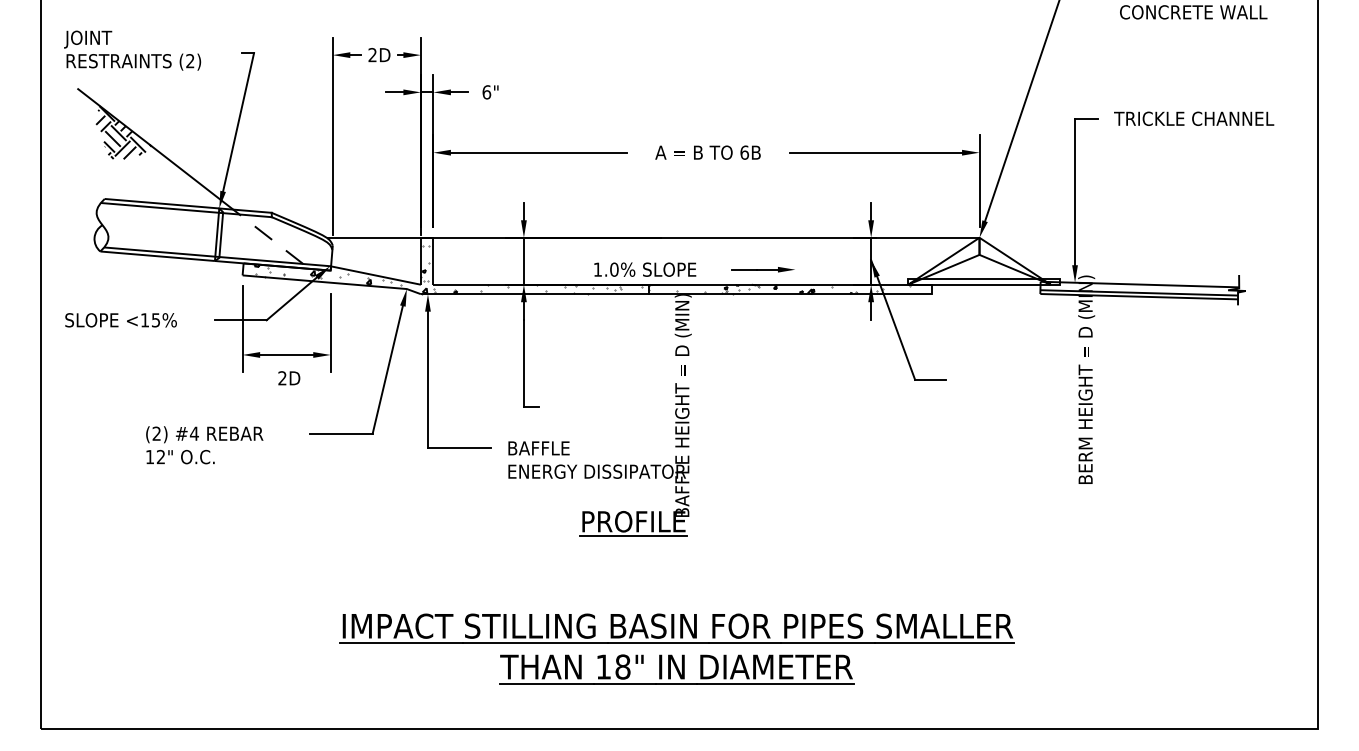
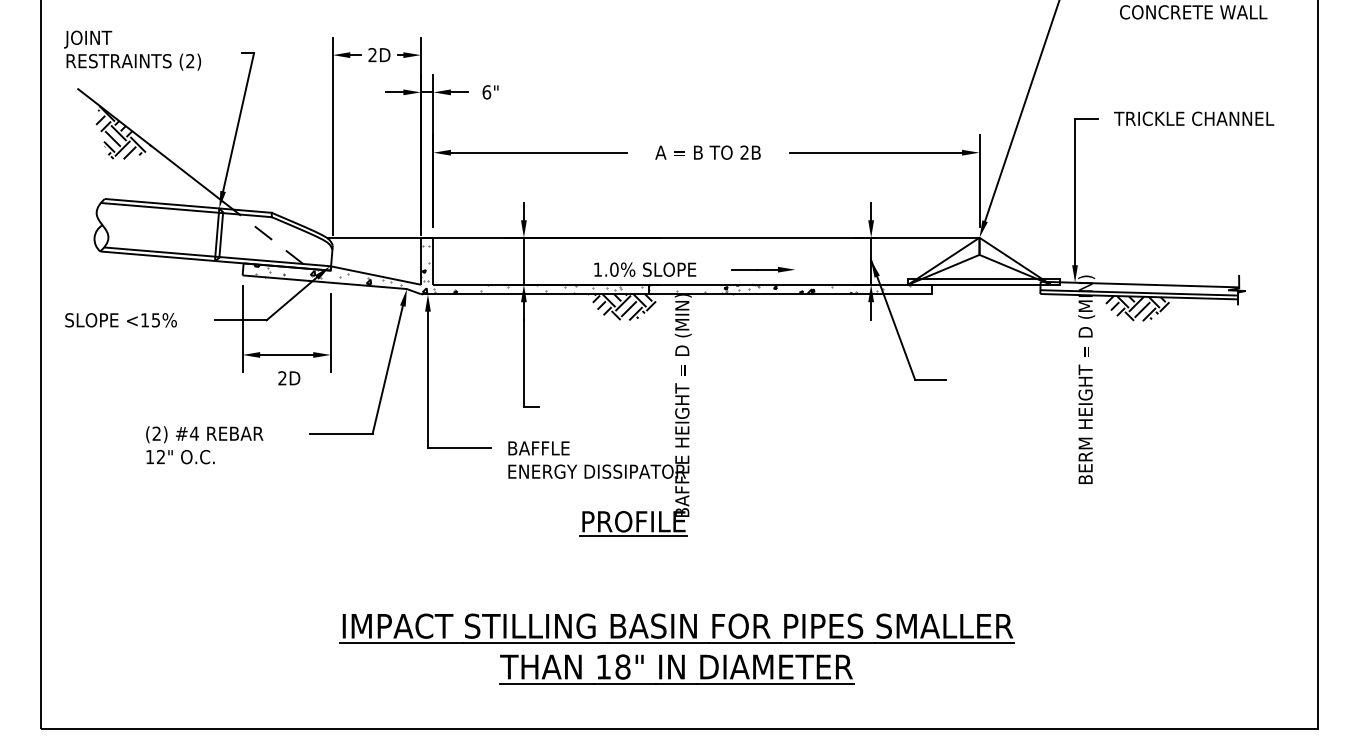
text at (744, 152): 6B -> 2B
hatch at (624, 307): none -> present
hatch at (1137, 308): none -> present
